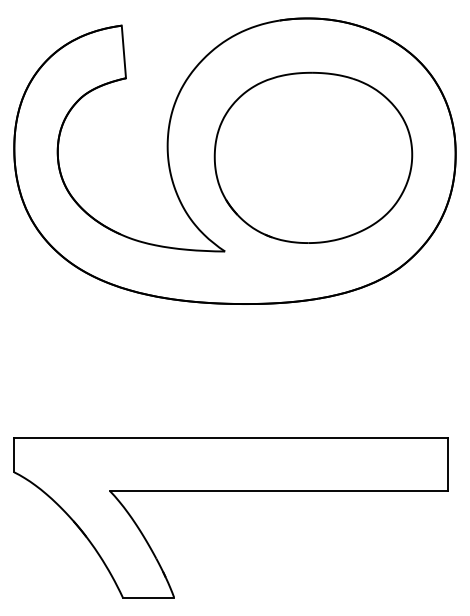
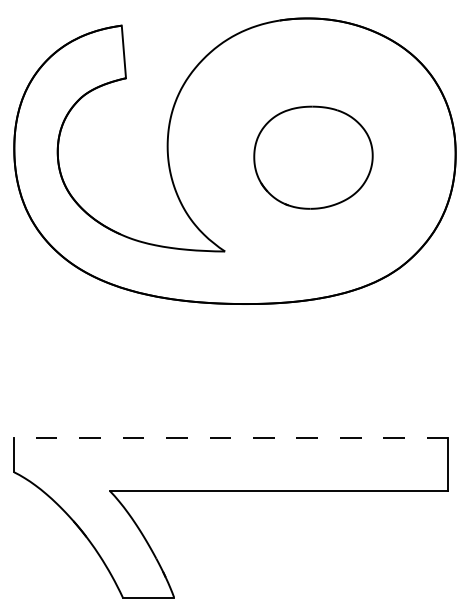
part at (313, 157) size: 201x173 px -> 121x105 px
line at (230, 438): solid -> dashed
